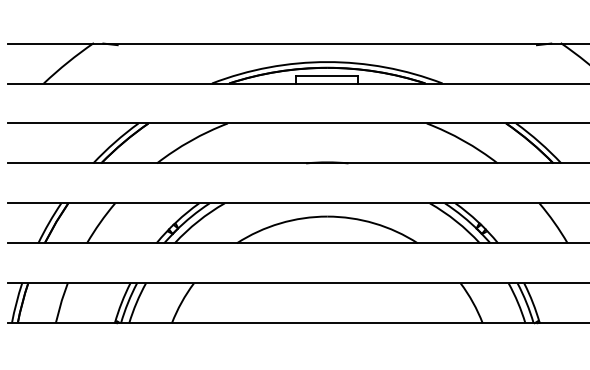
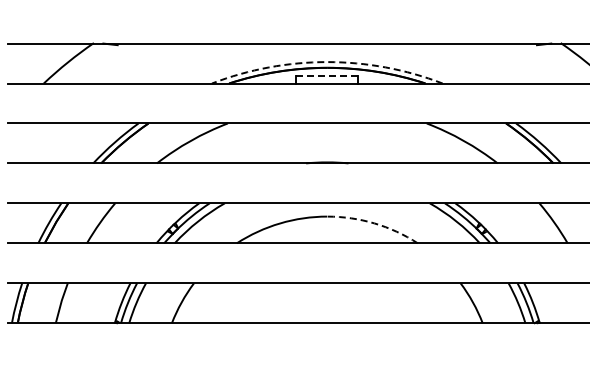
arc at (327, 62): solid -> dashed
line at (327, 75): solid -> dashed
arc at (374, 223): solid -> dashed
